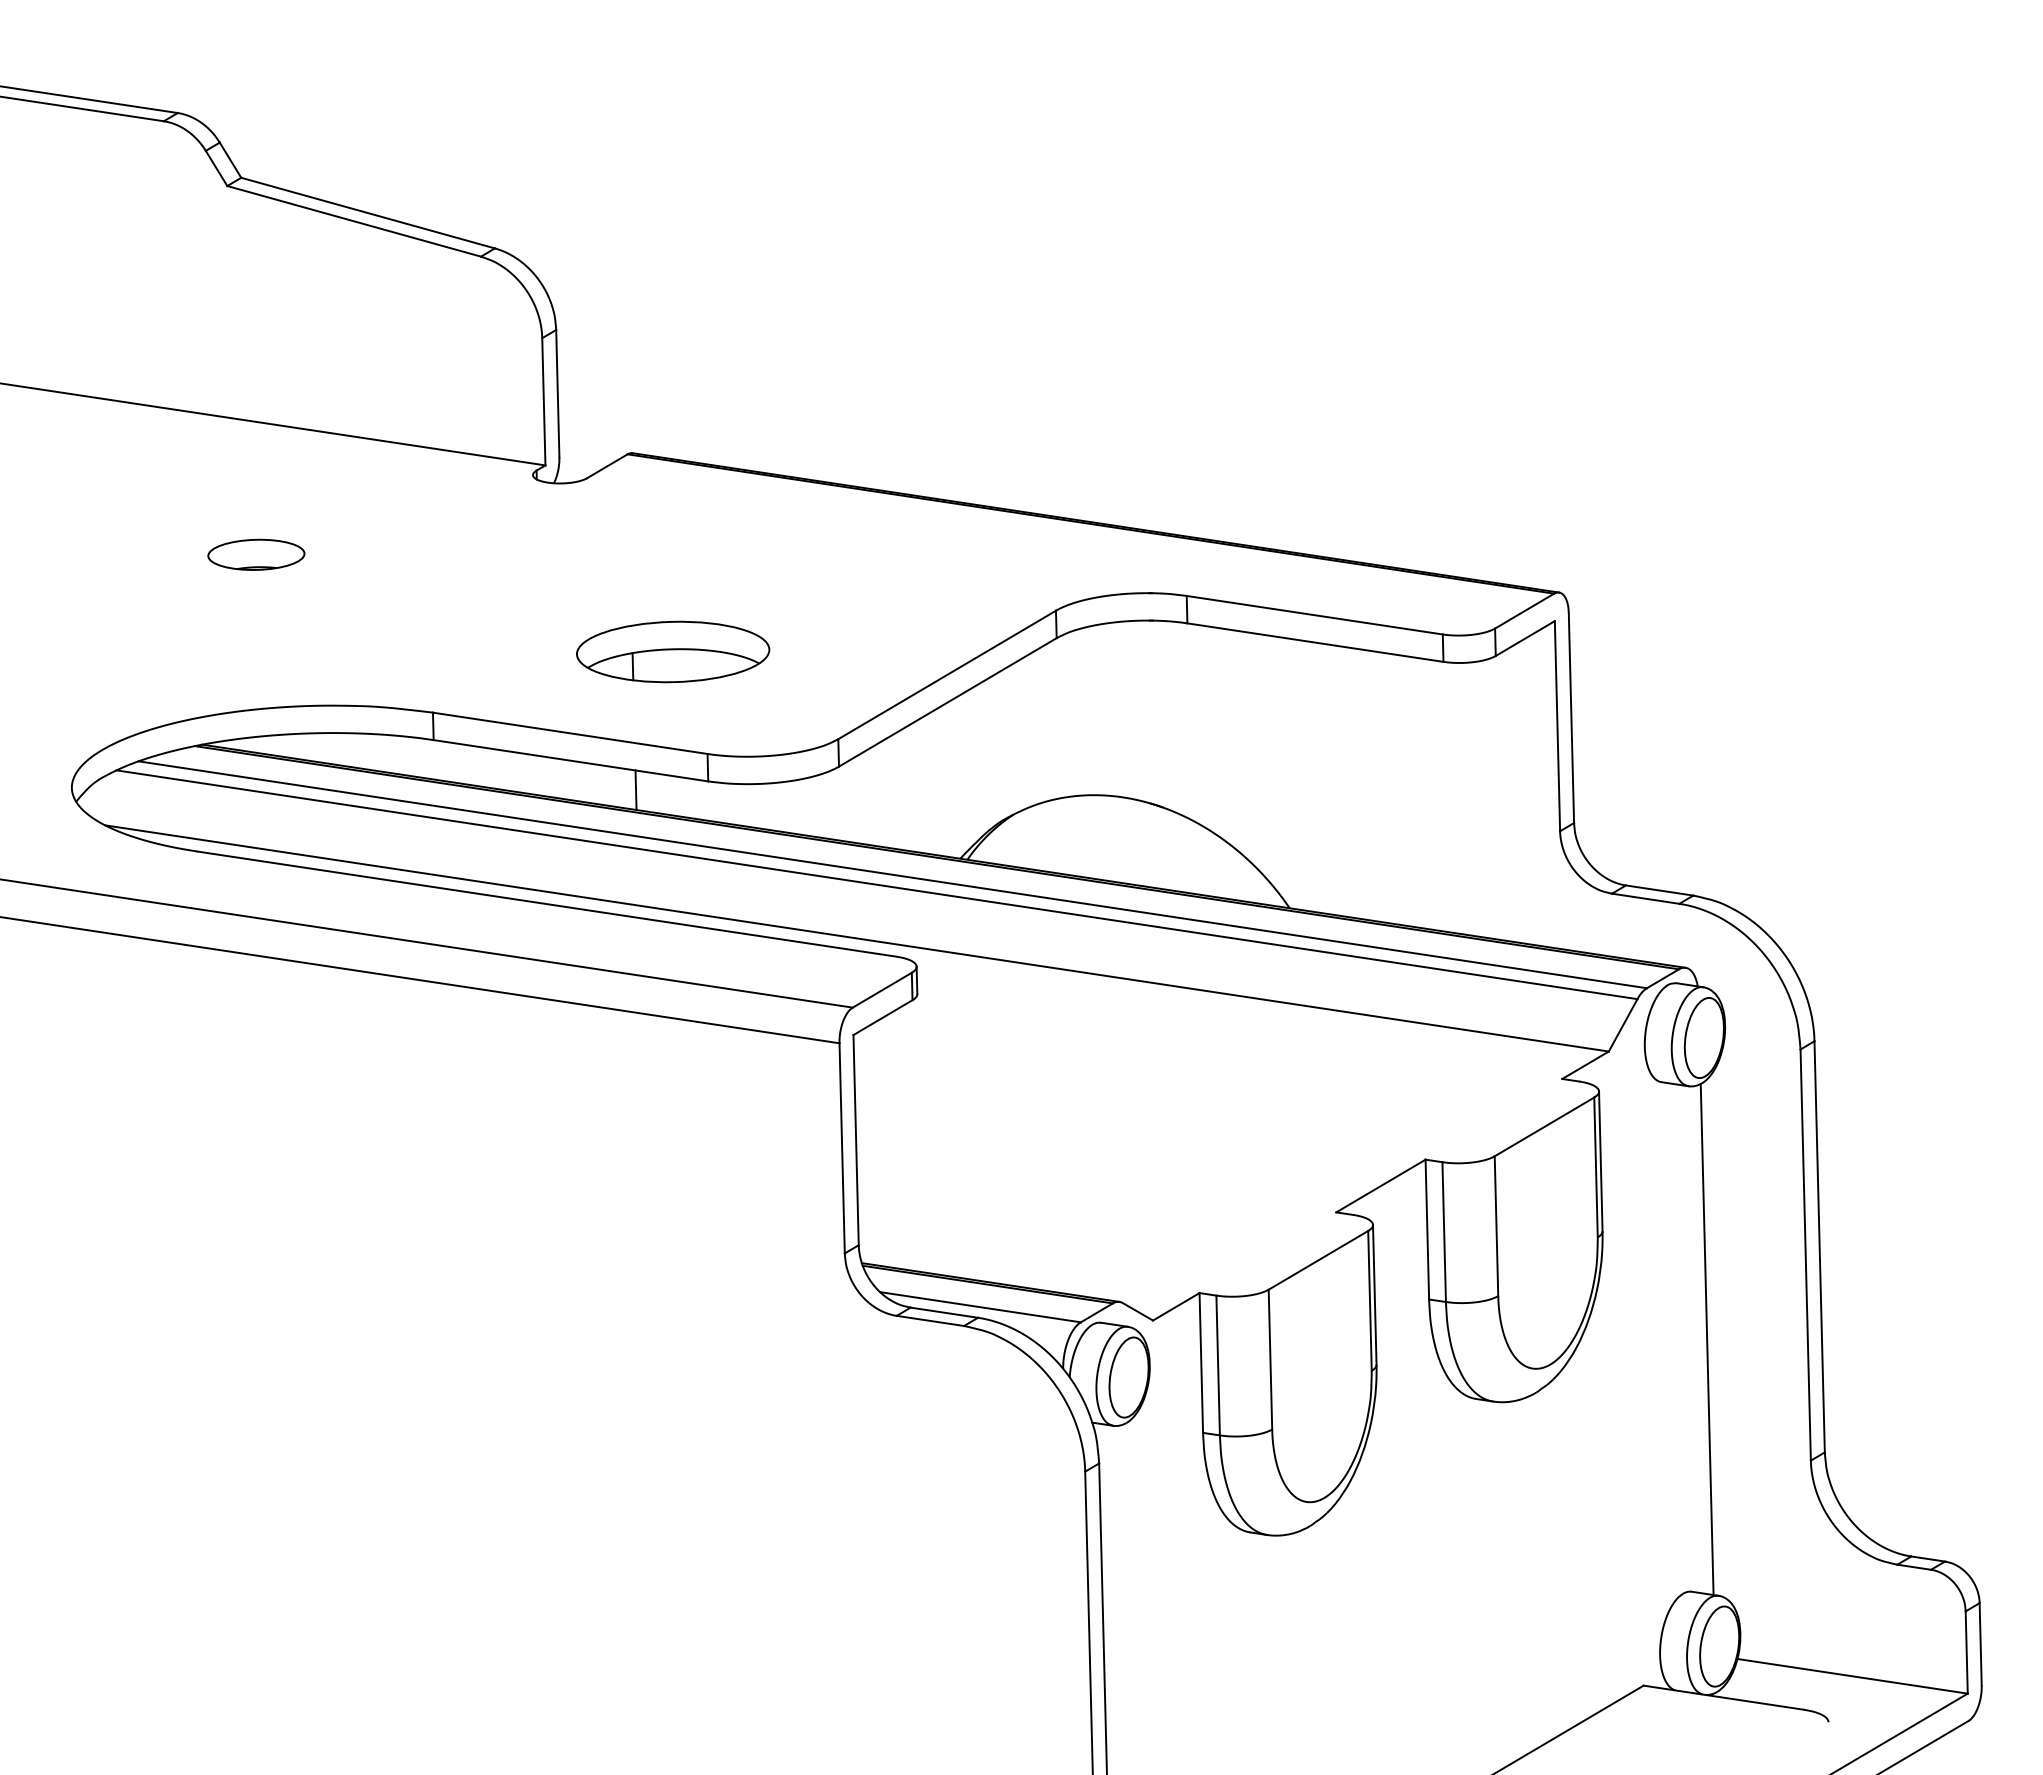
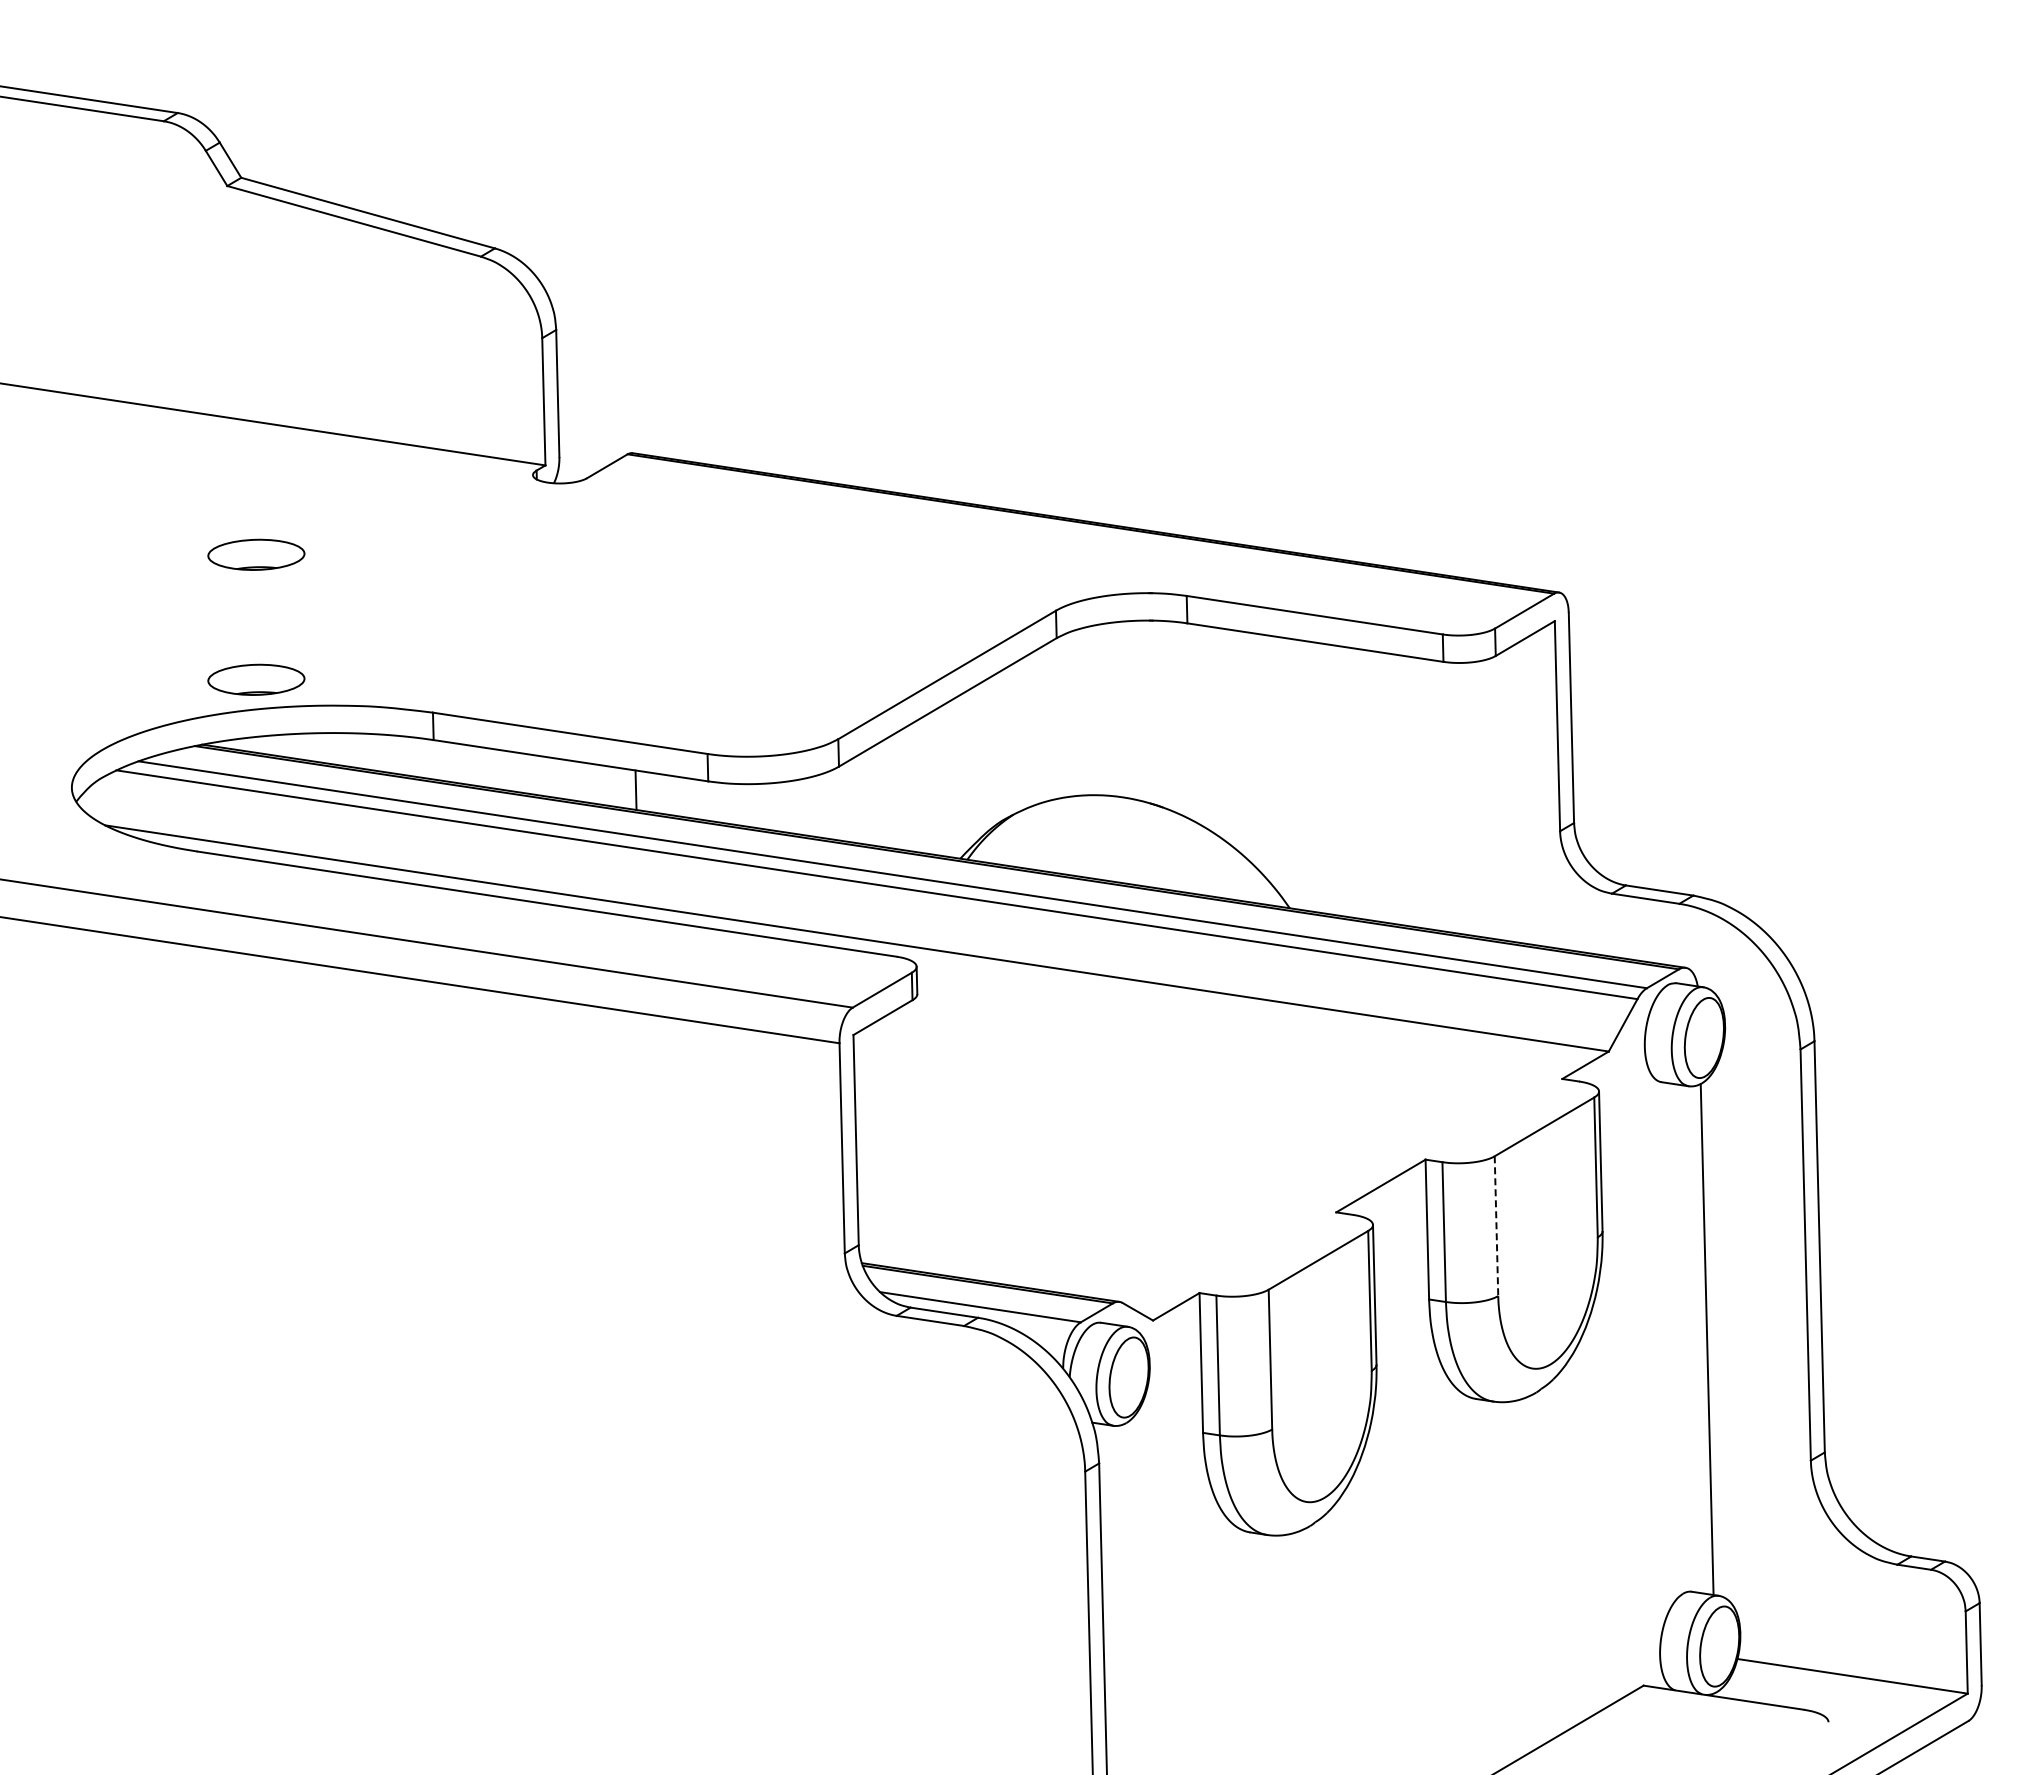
part at (673, 651): present -> none
part at (256, 679): none -> present
line at (1496, 1226): solid -> dashed
